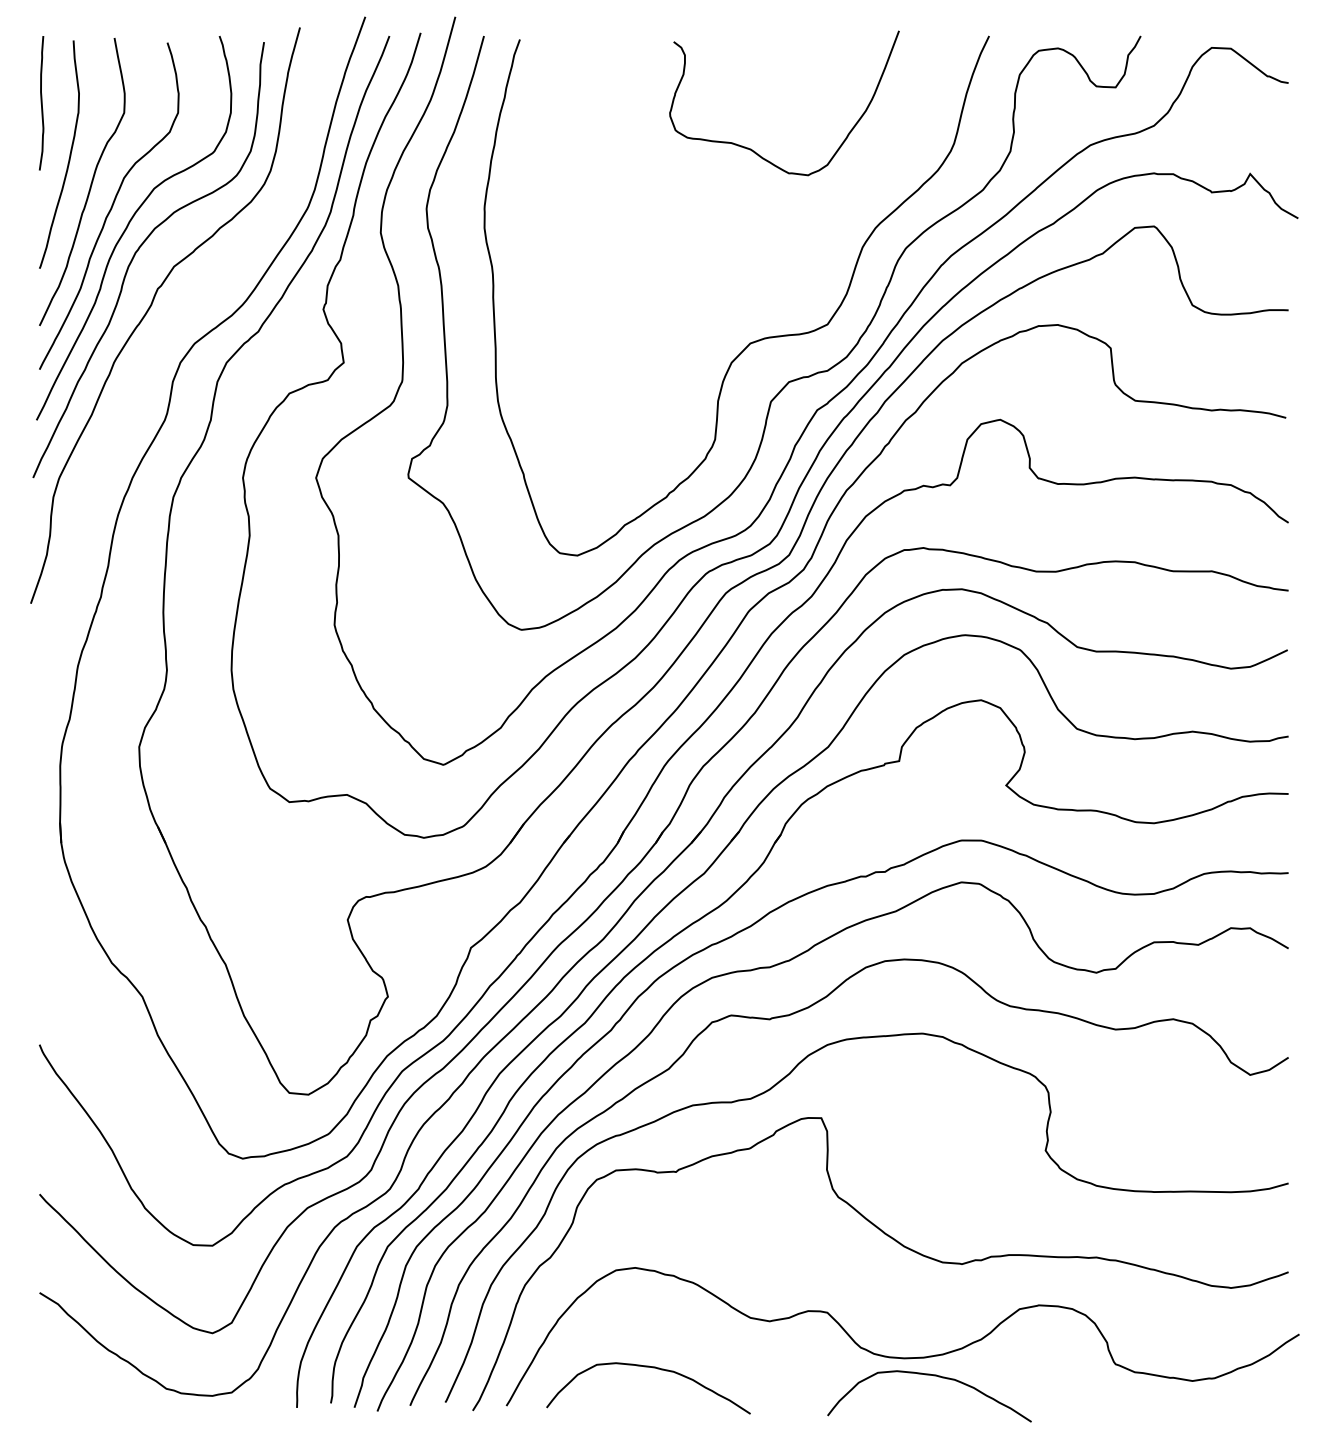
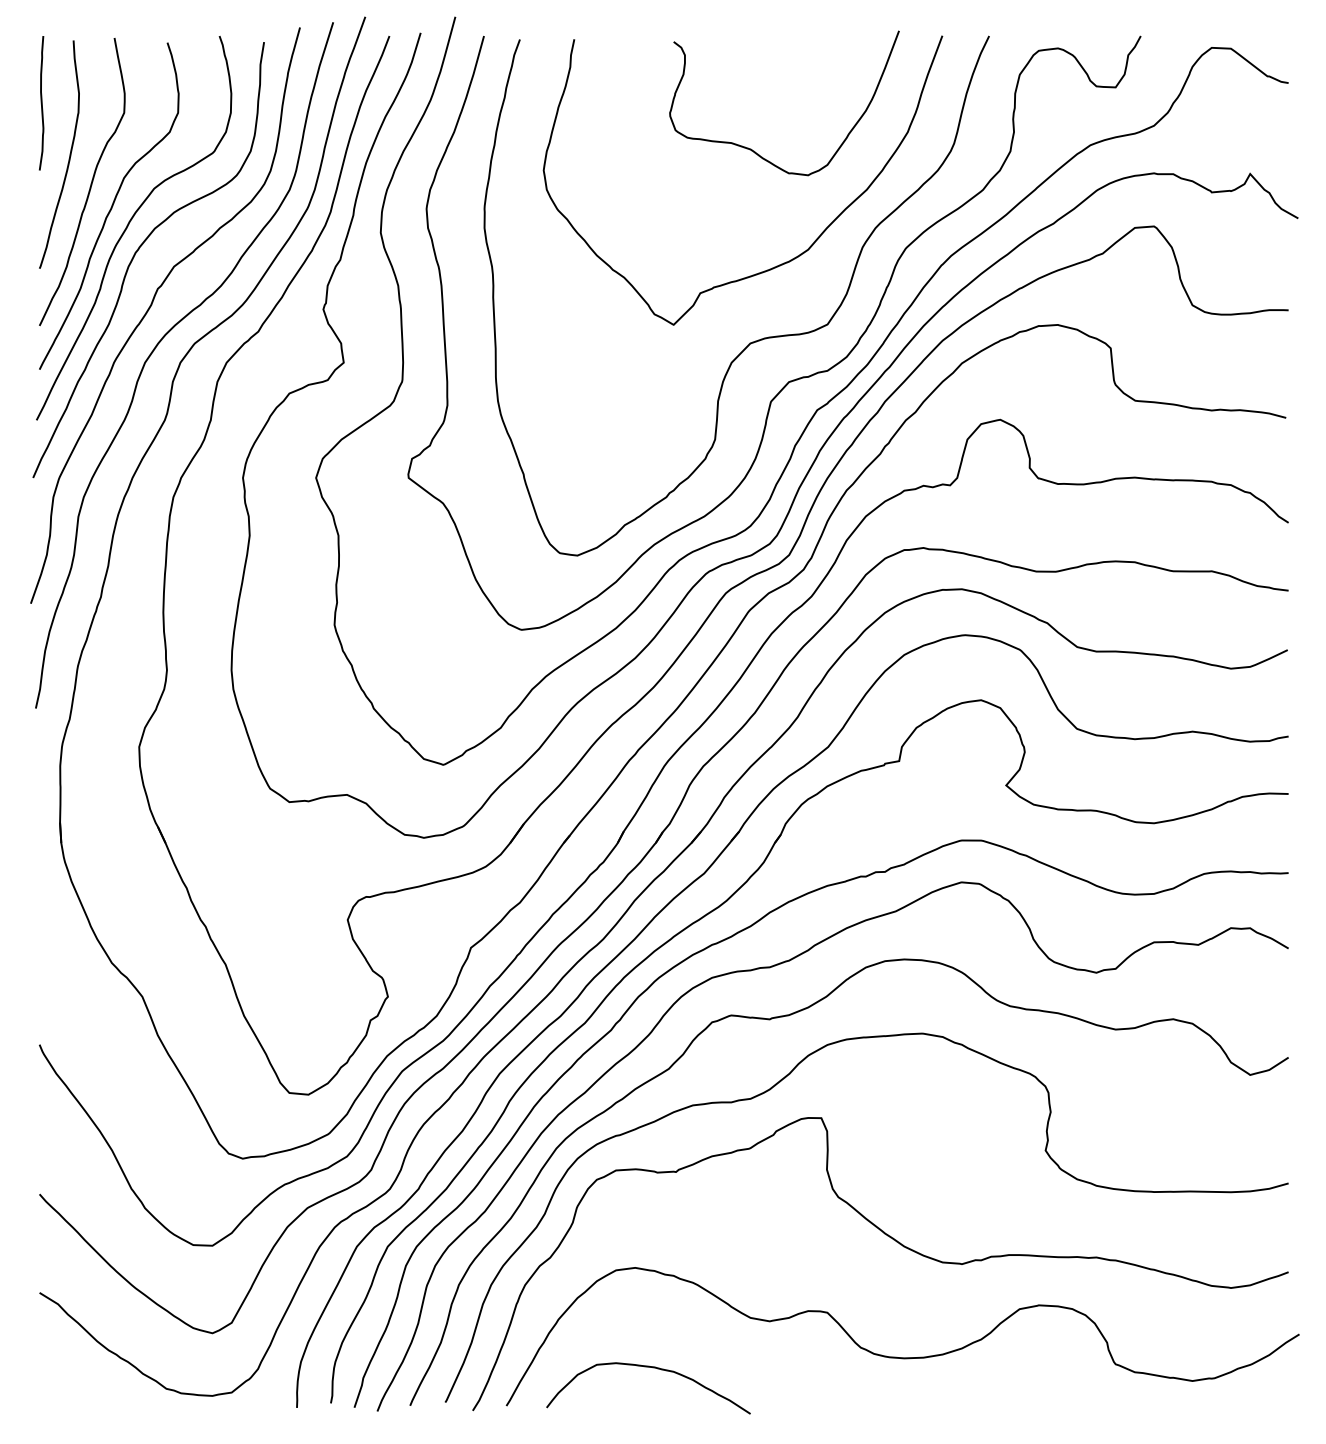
curve at (776, 265): none -> present
curve at (157, 346): none -> present
curve at (933, 1376): present -> none
